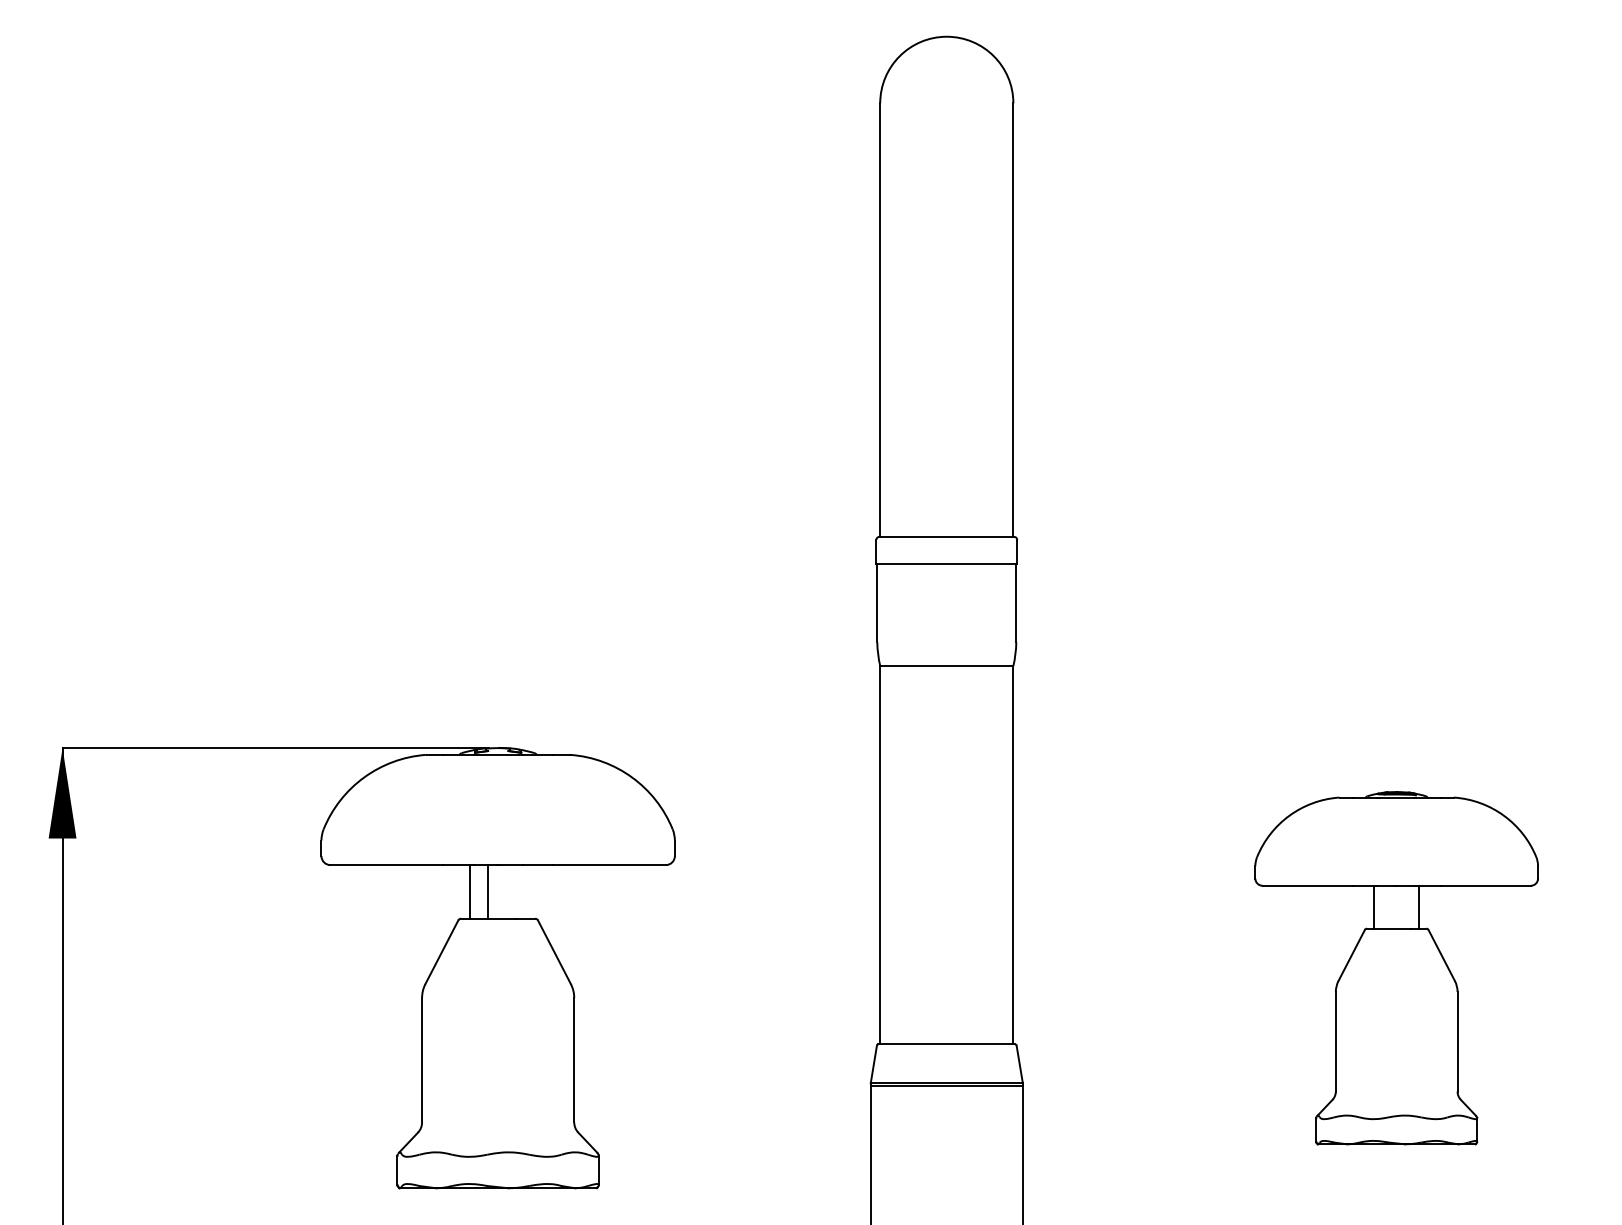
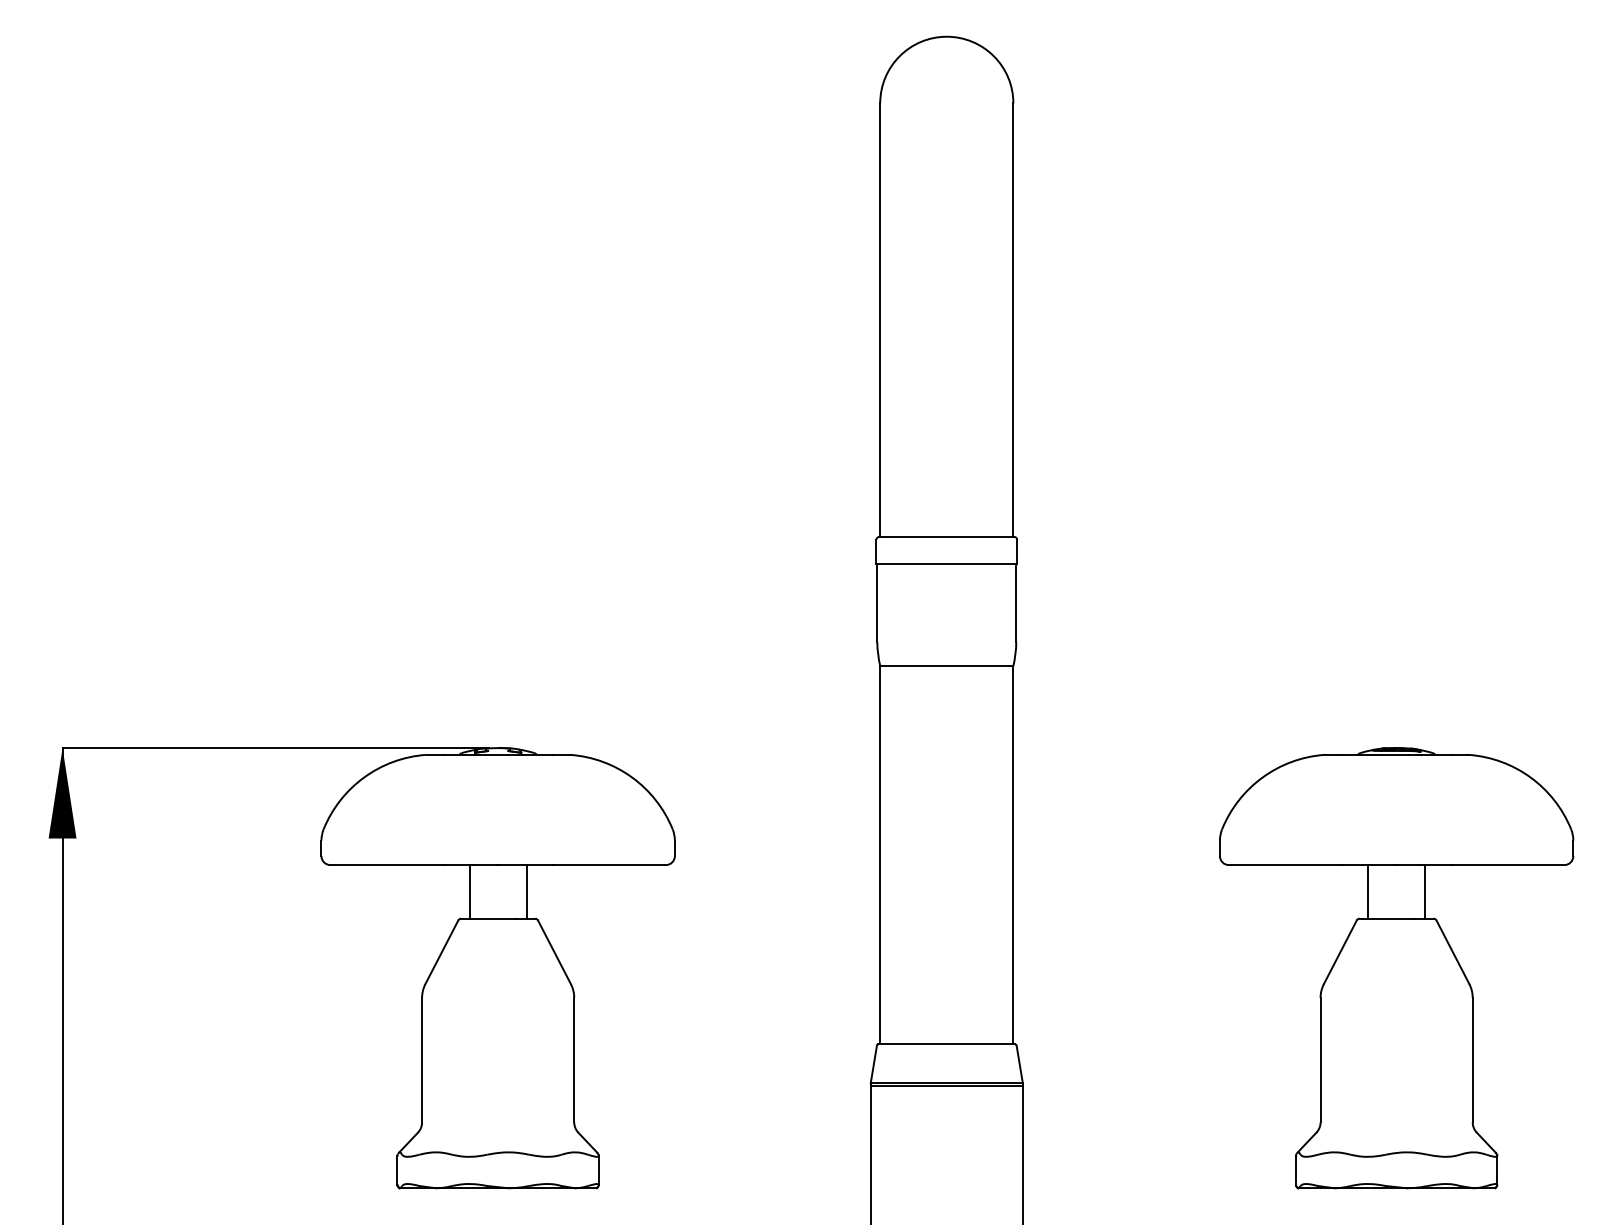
line at (487, 891) position: (487, 891) -> (526, 891)
part at (1396, 968) size: 285x355 px -> 356x443 px
